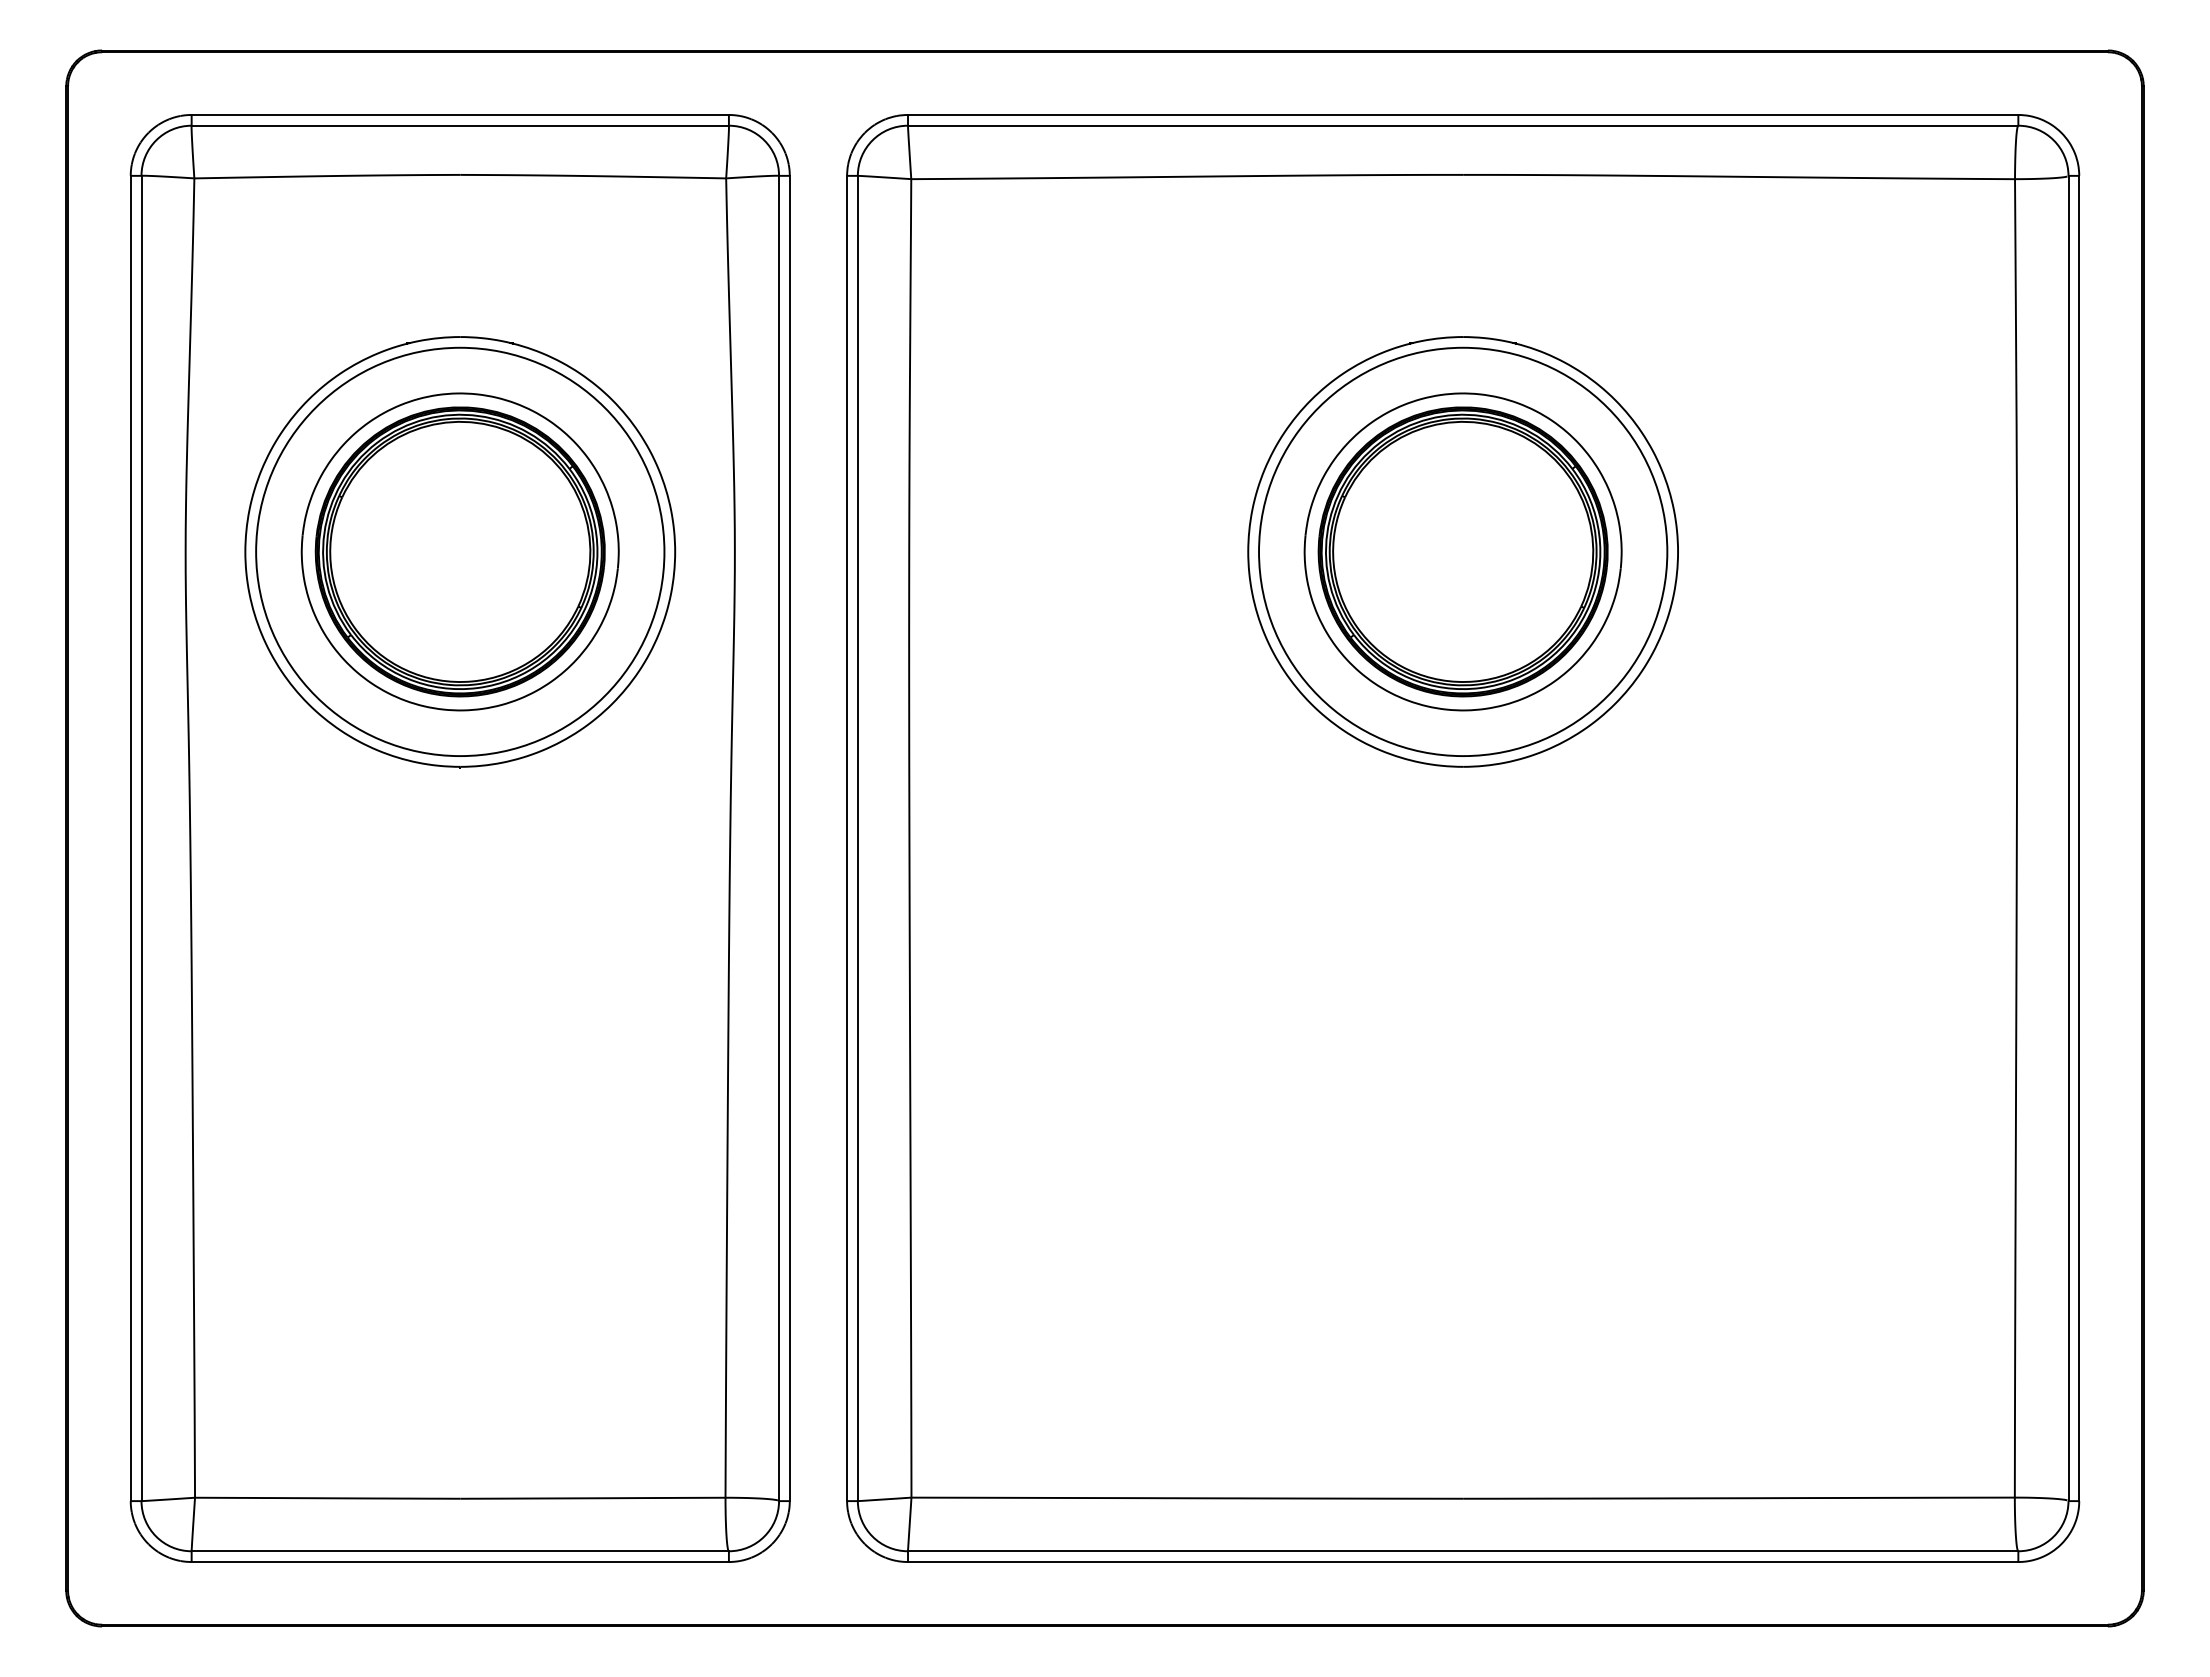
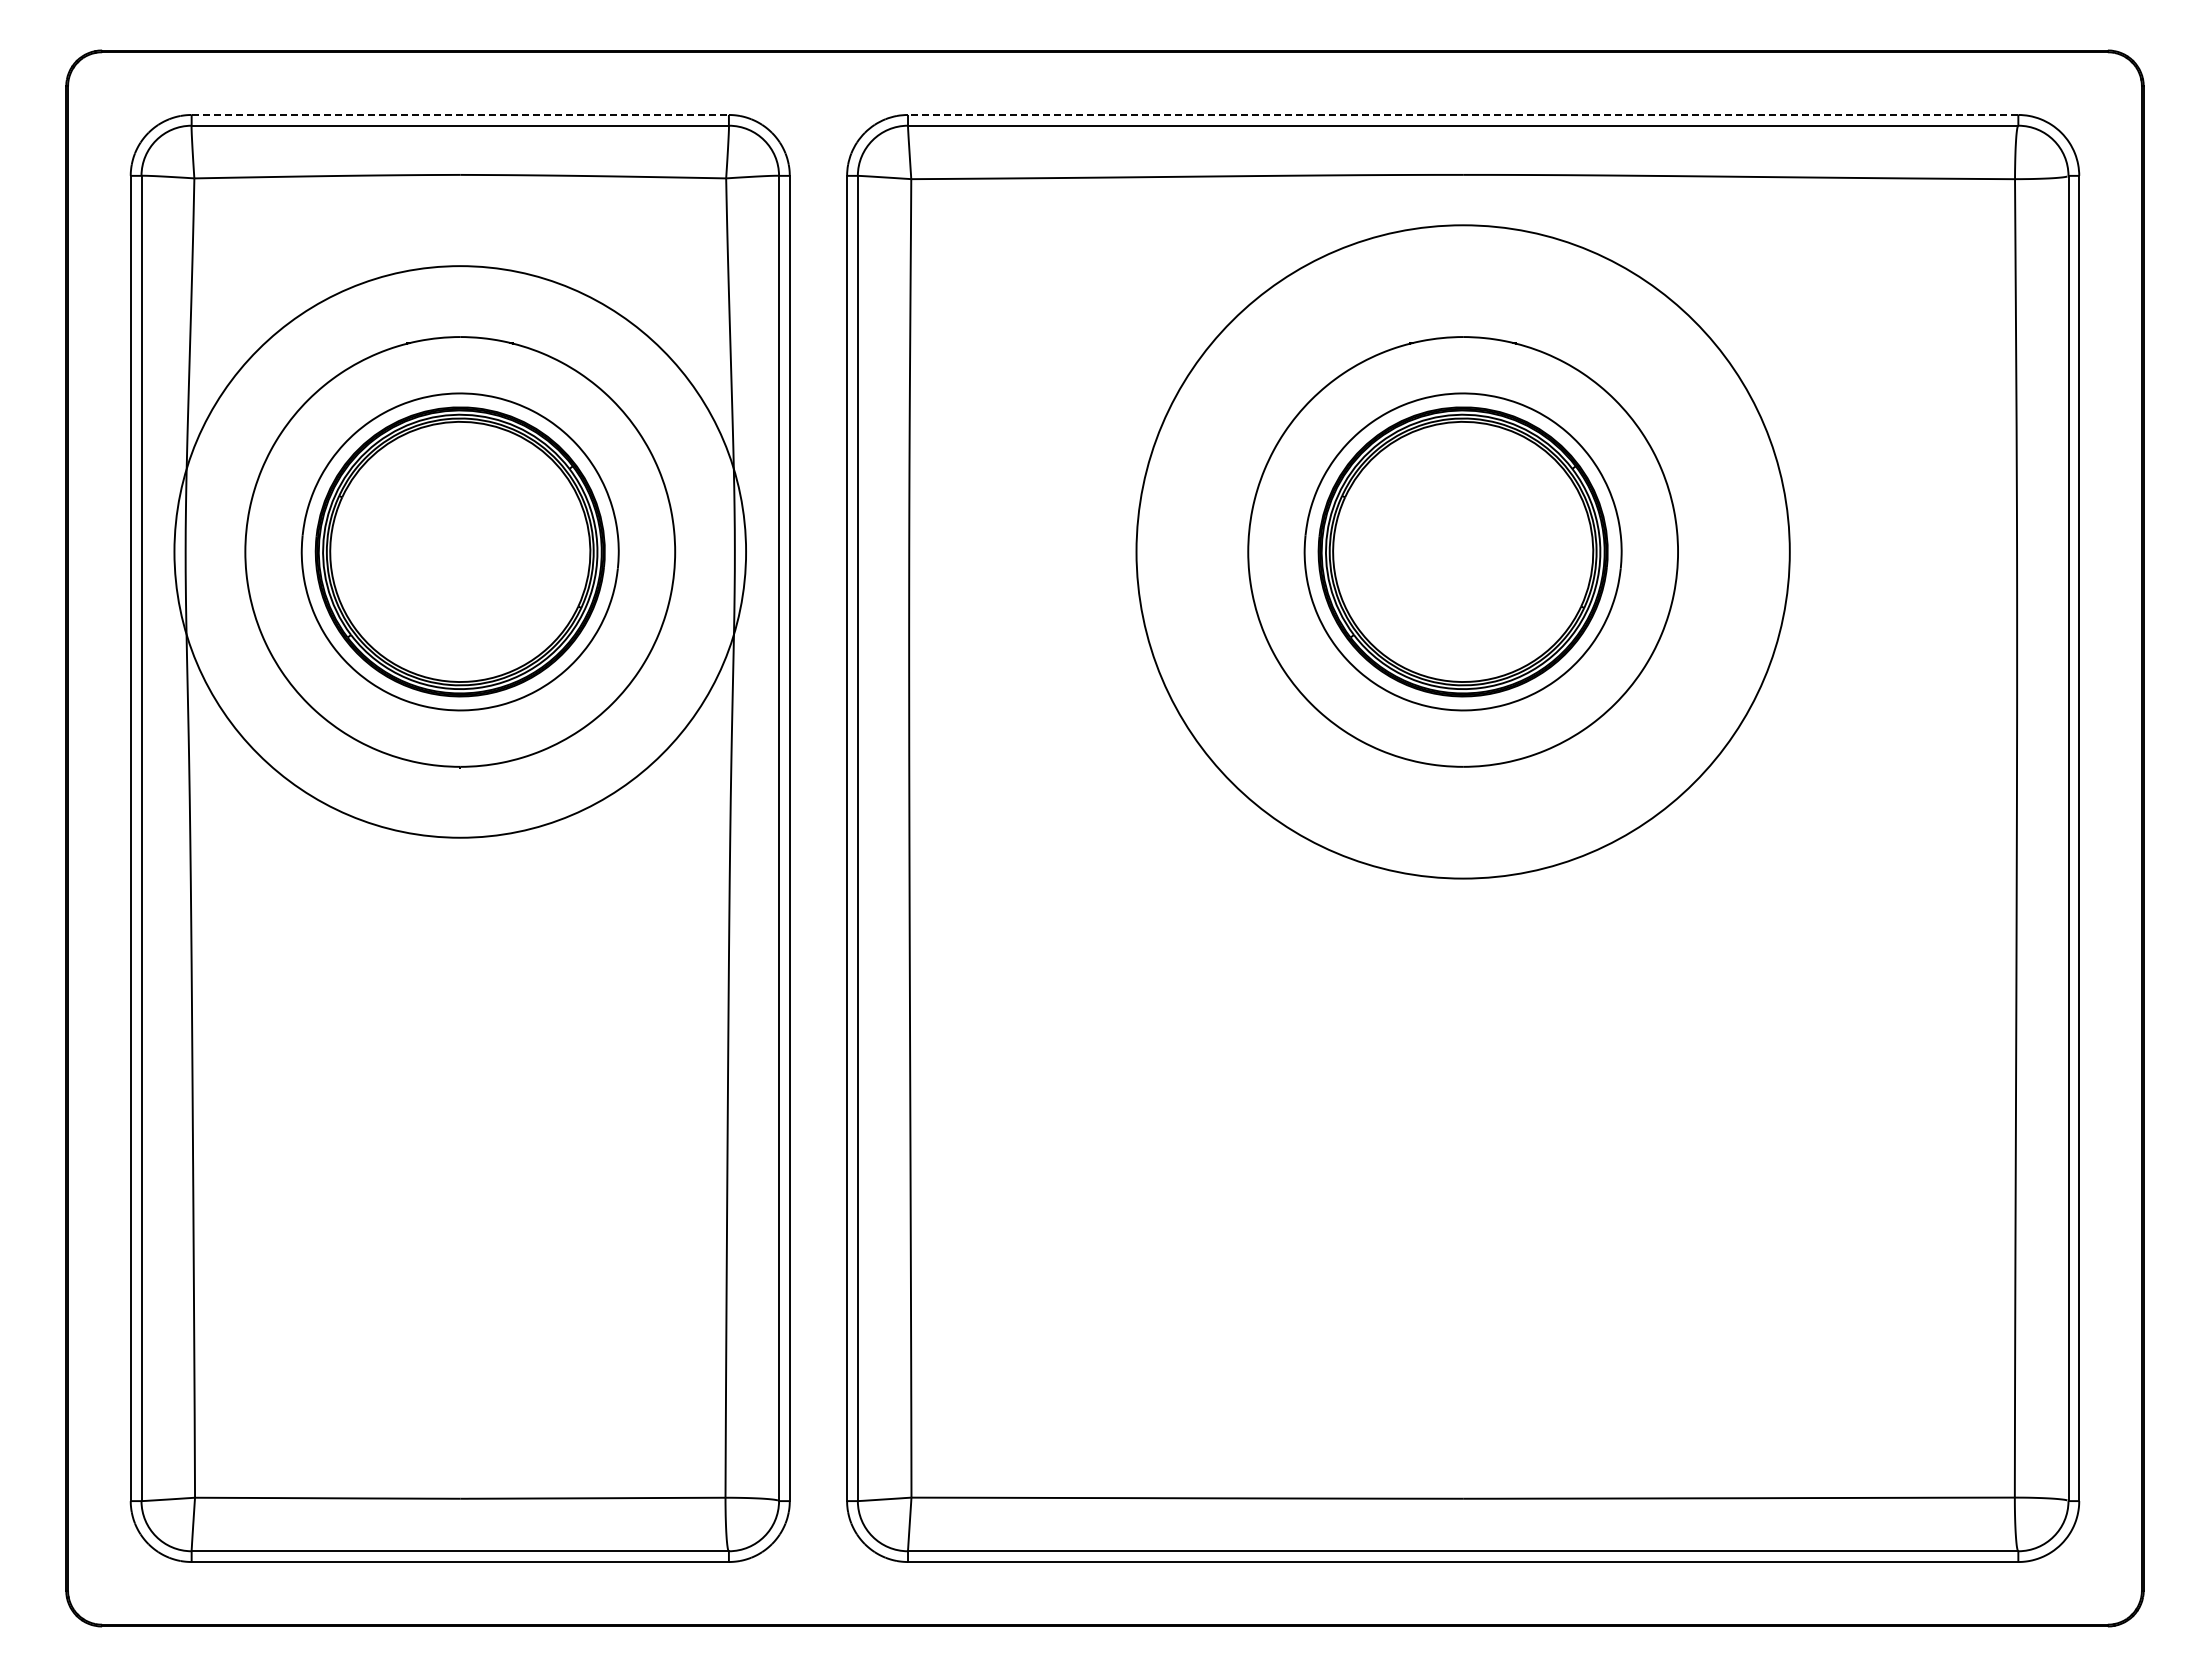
line at (460, 114): solid -> dashed
line at (1462, 114): solid -> dashed
circle at (460, 551) diameter: 408 px -> 572 px
circle at (1463, 551) diameter: 408 px -> 653 px
